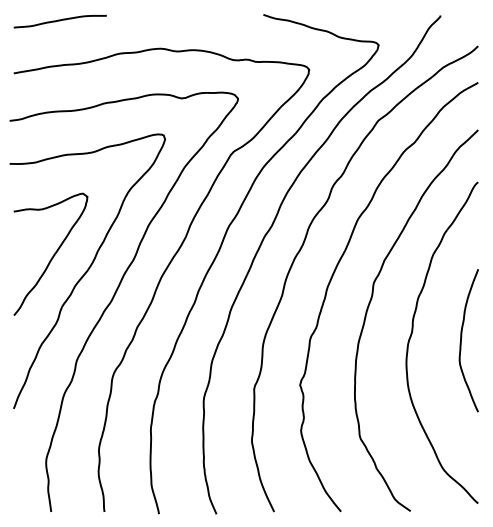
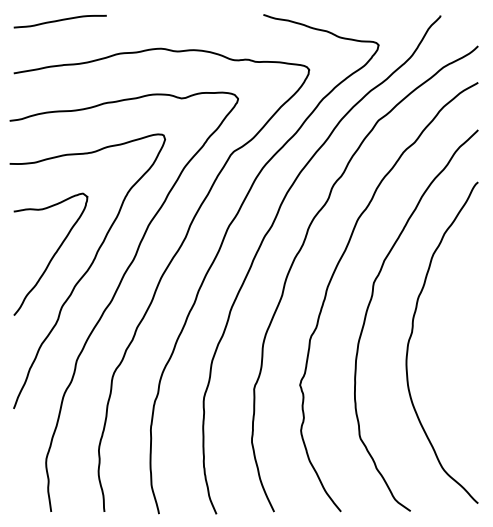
curve at (461, 340): present -> none
